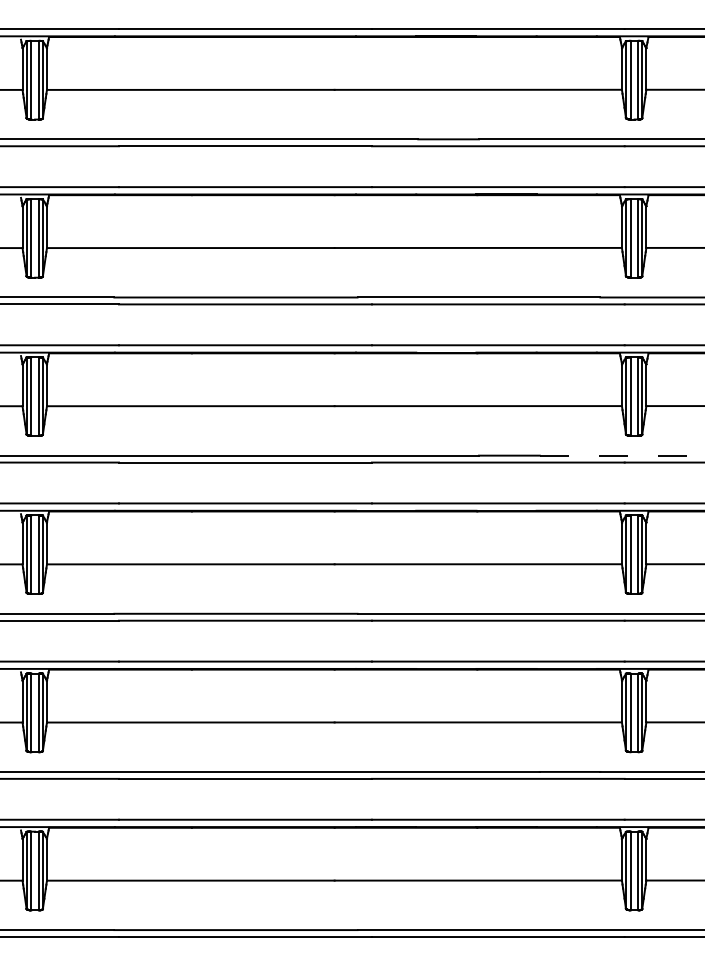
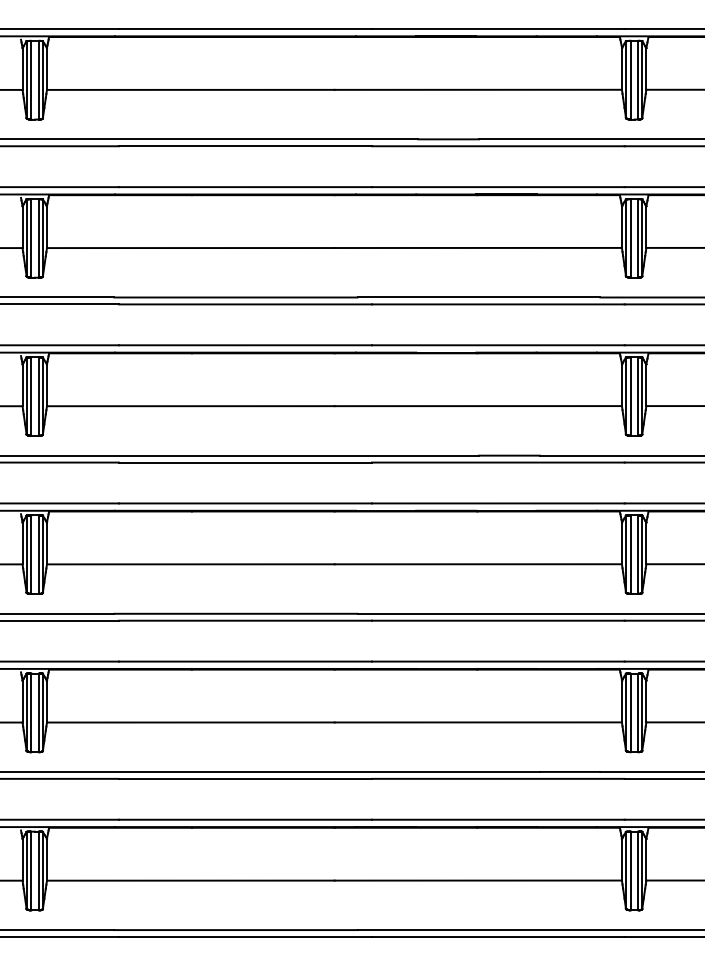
line at (622, 455): dashed -> solid
